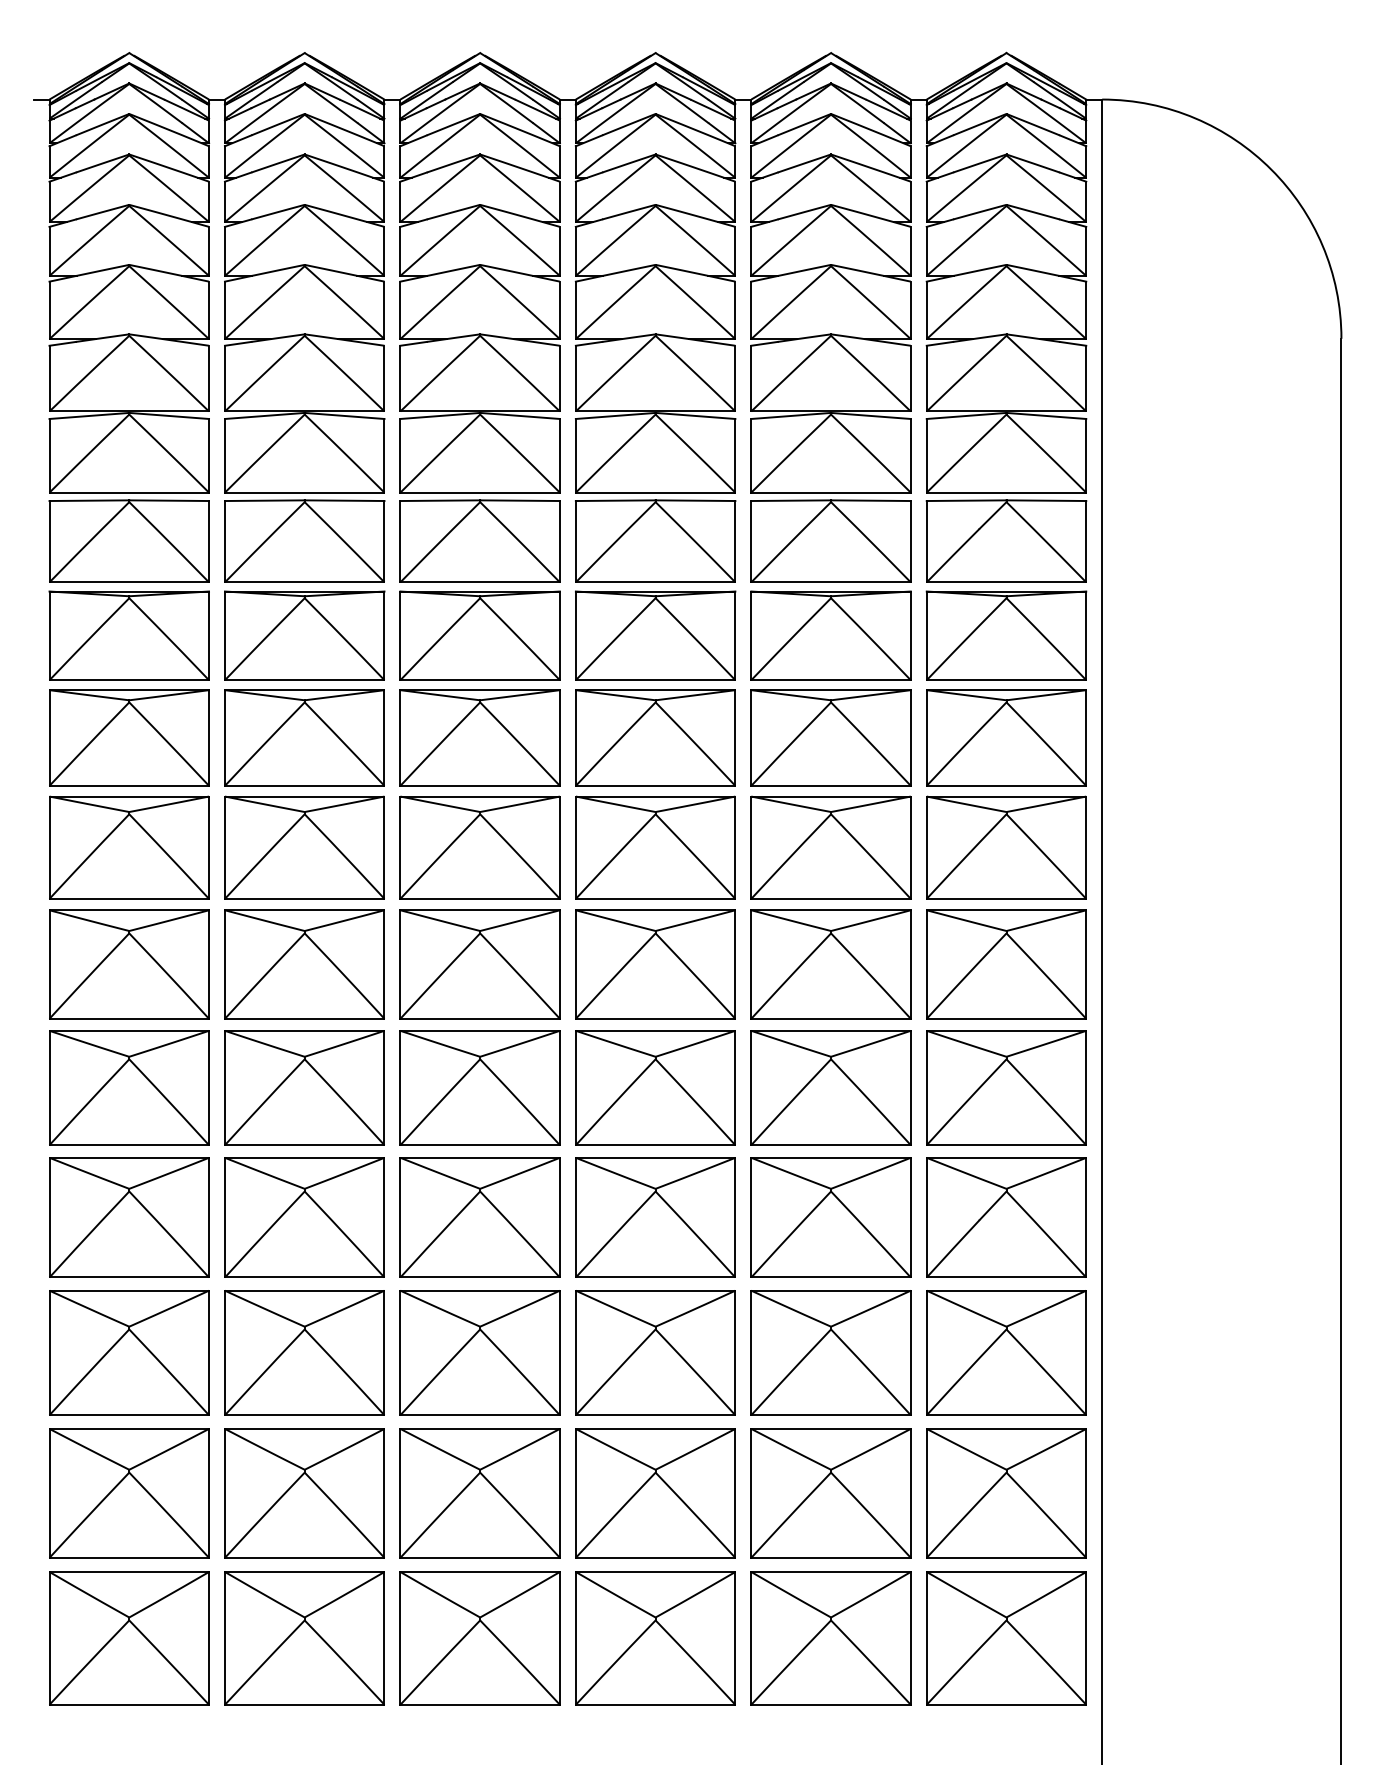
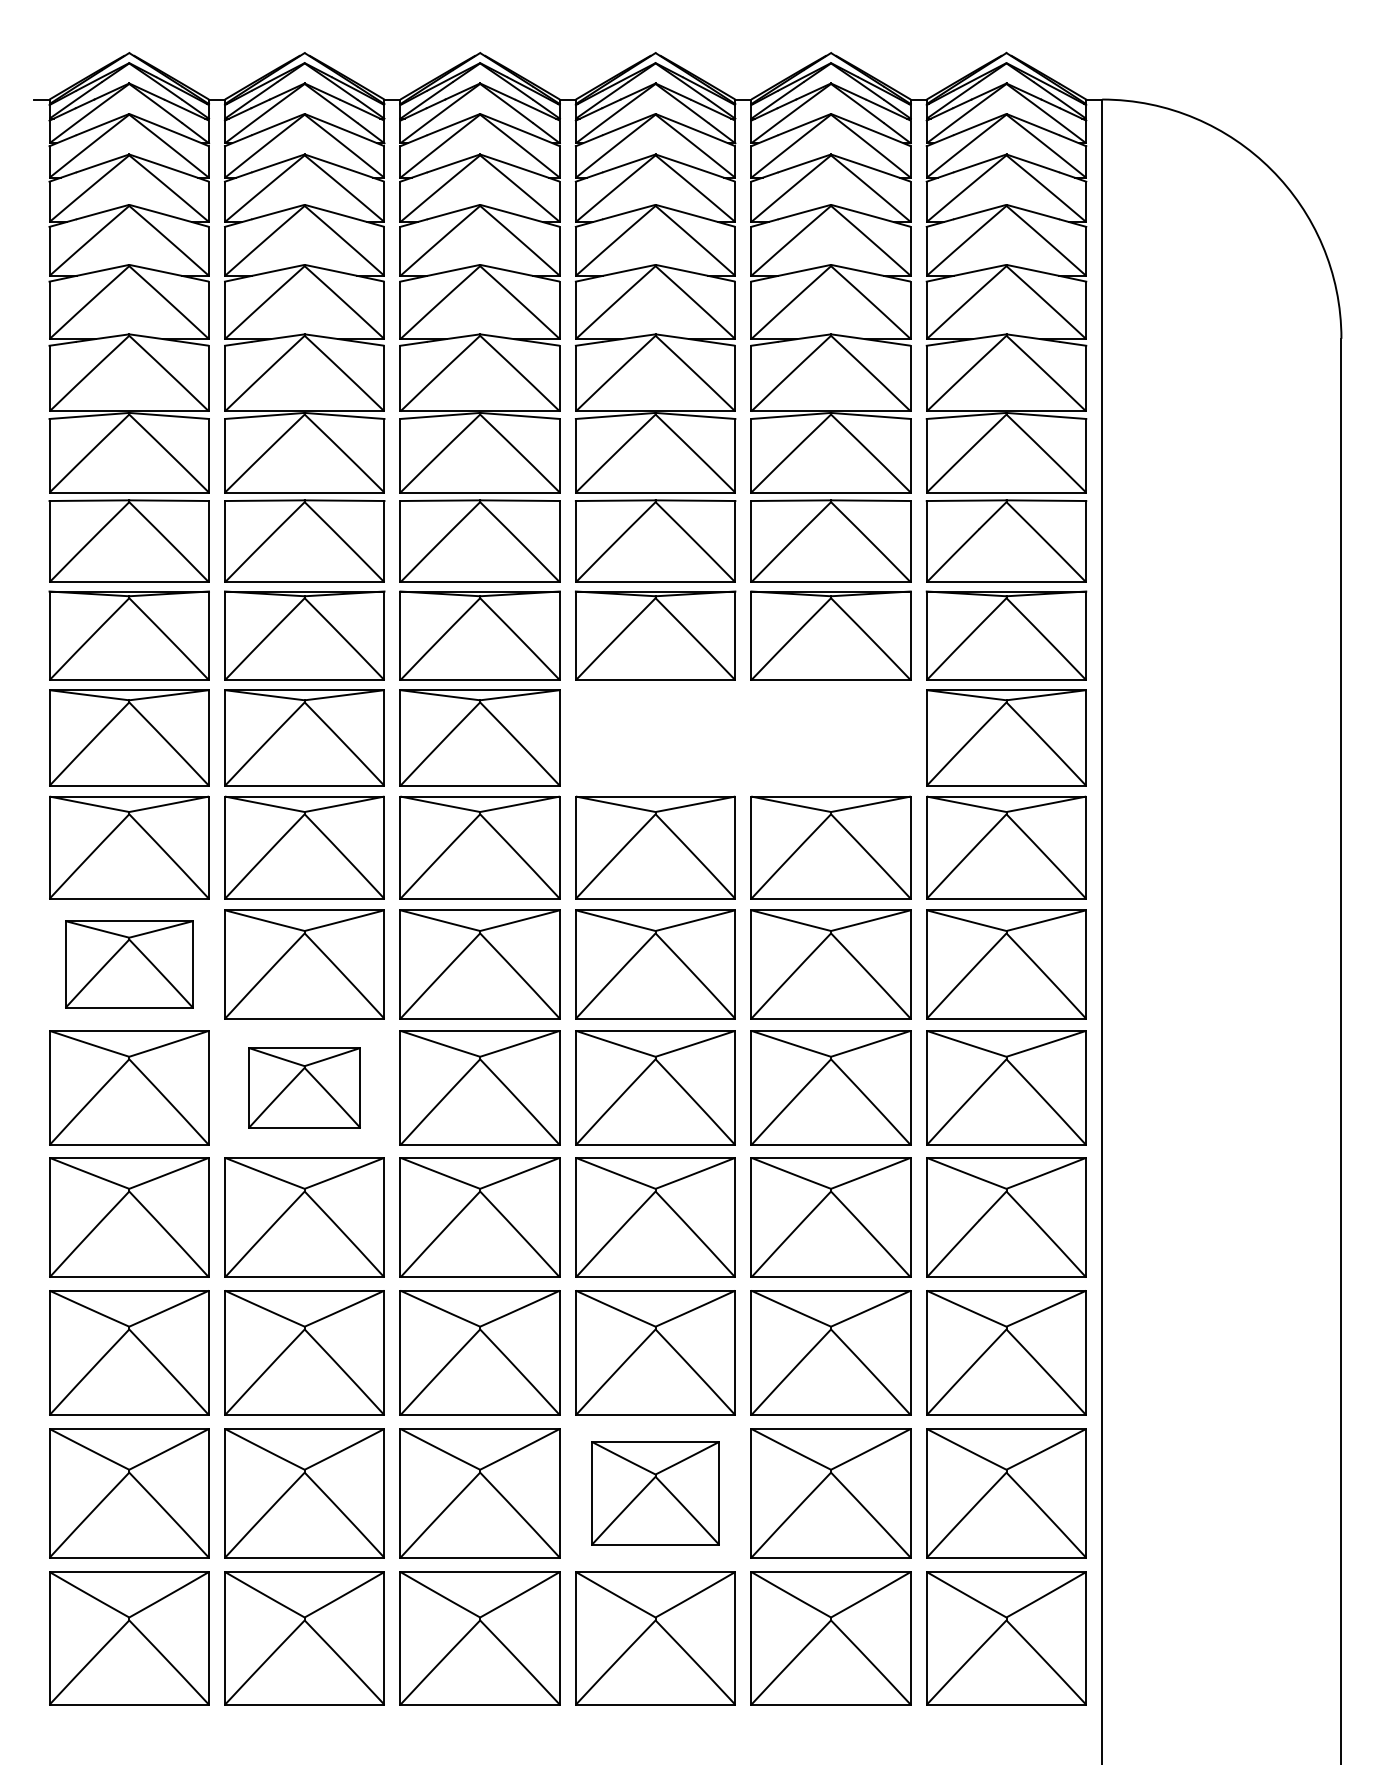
part at (655, 737): present -> none
part at (830, 737): present -> none
part at (129, 964) size: 161x111 px -> 129x89 px
part at (304, 1087) size: 161x116 px -> 113x82 px
part at (655, 1493) size: 161x131 px -> 129x105 px
